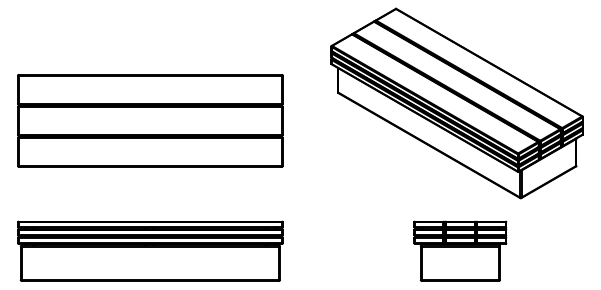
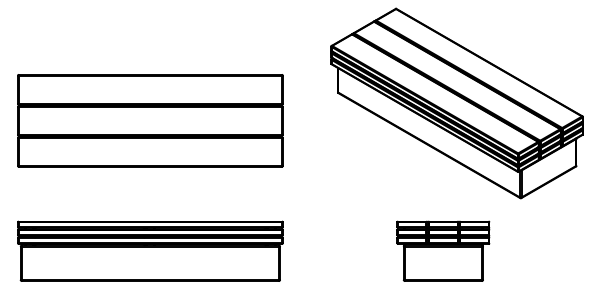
part at (460, 250) position: (460, 250) -> (443, 250)
